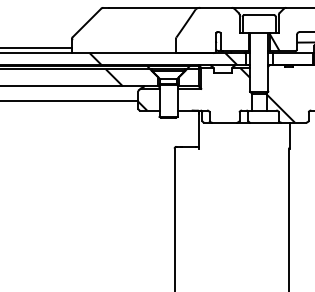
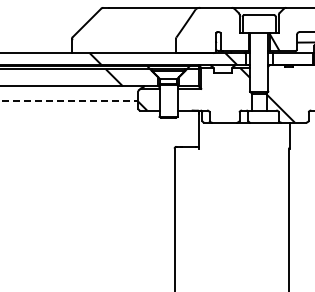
line at (36, 48): present -> none
line at (69, 101): solid -> dashed
